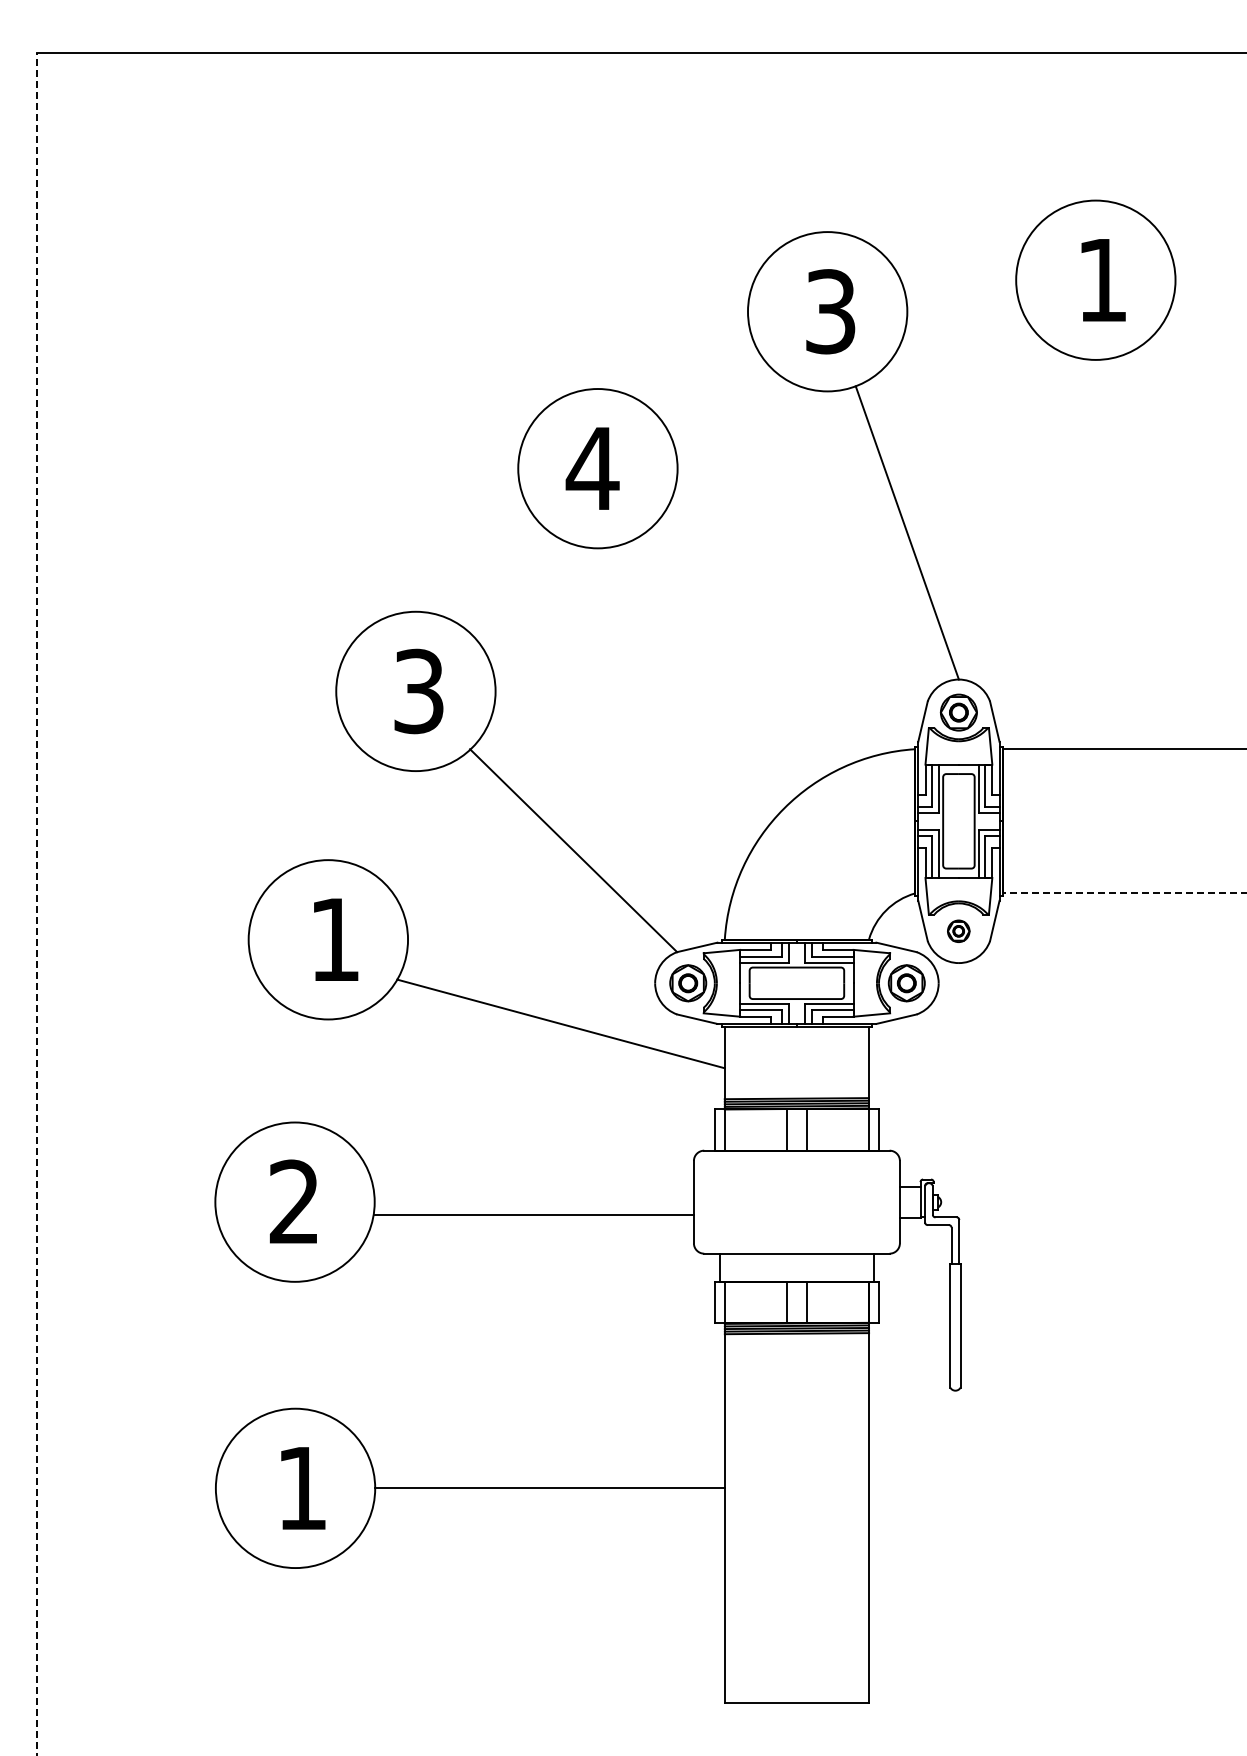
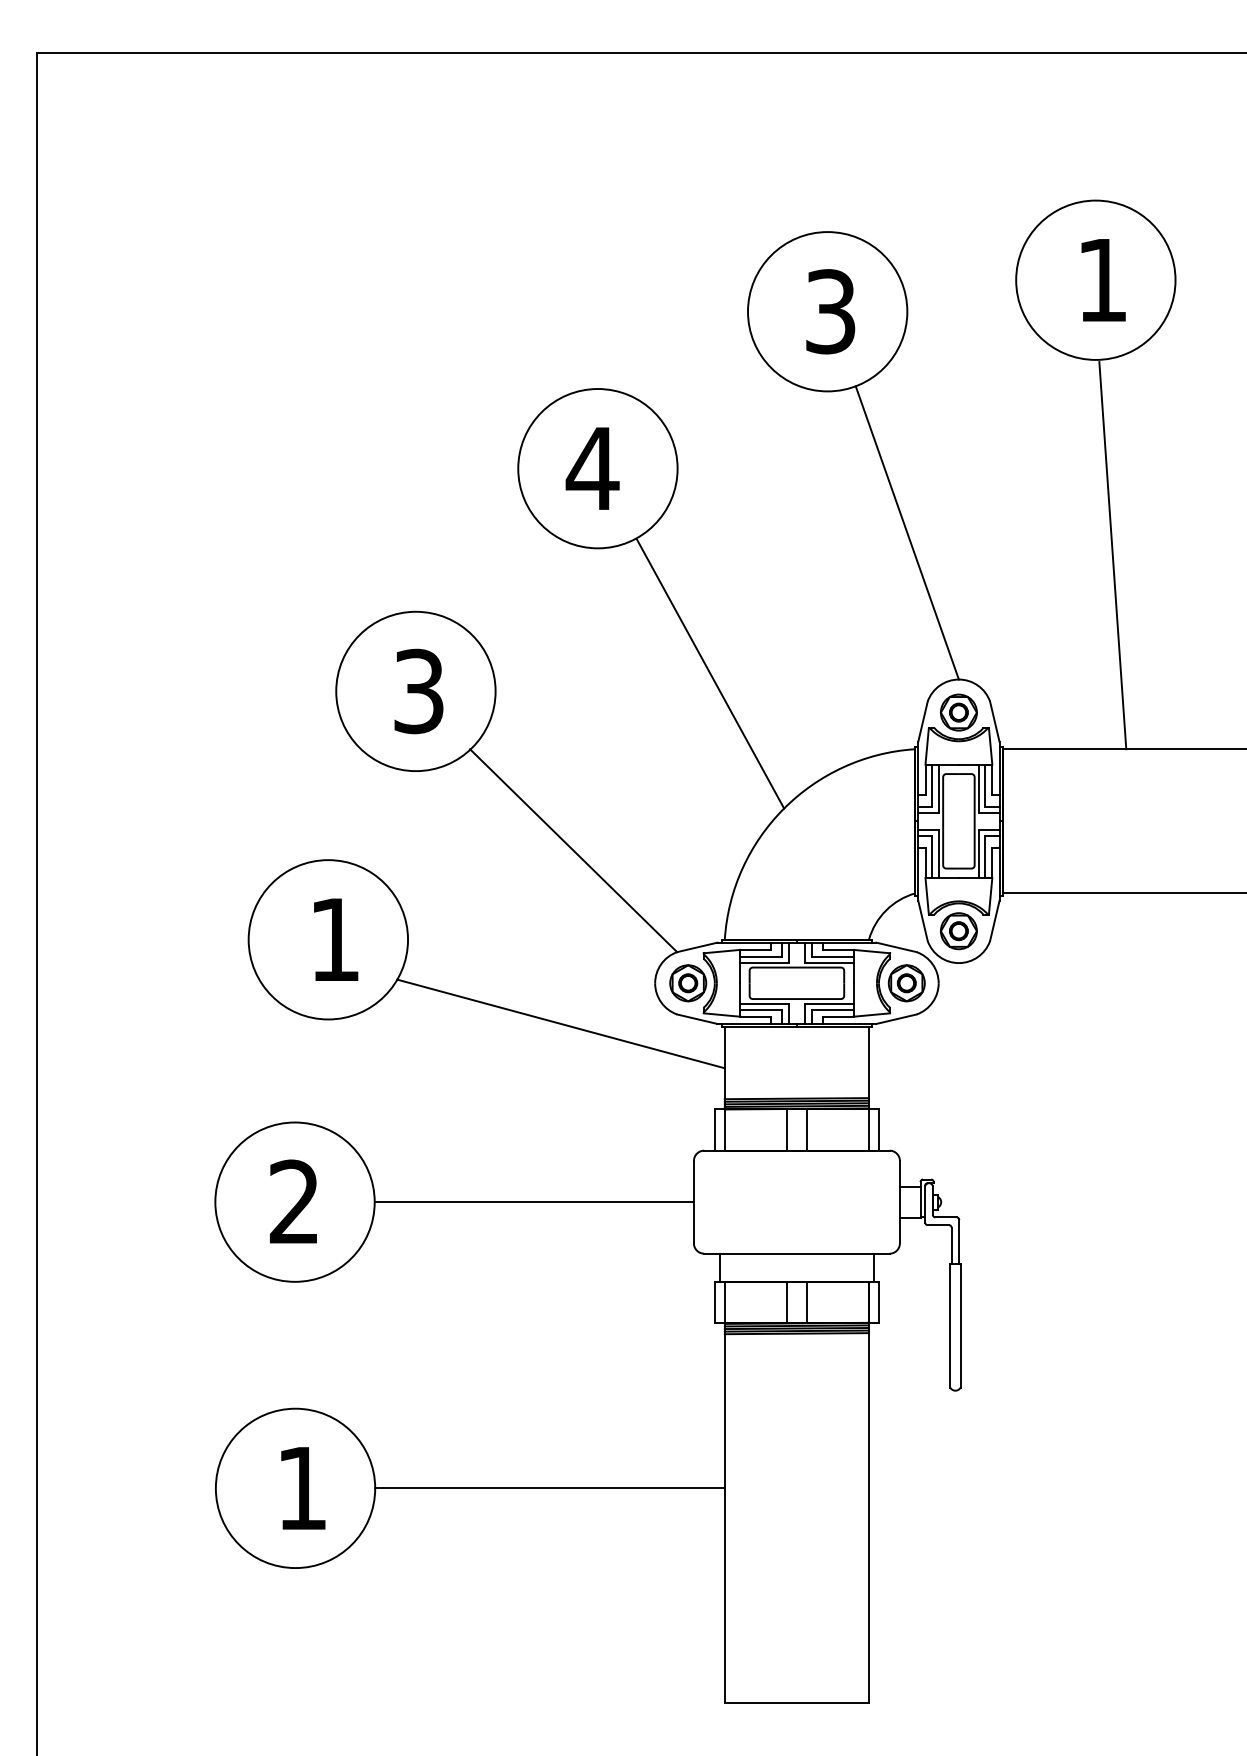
line at (1112, 555): none -> present
line at (710, 673): none -> present
line at (1124, 893): dashed -> solid
line at (37, 903): dashed -> solid
part at (958, 930) size: 24x24 px -> 39x39 px
line at (533, 1215) position: (533, 1215) -> (533, 1202)
